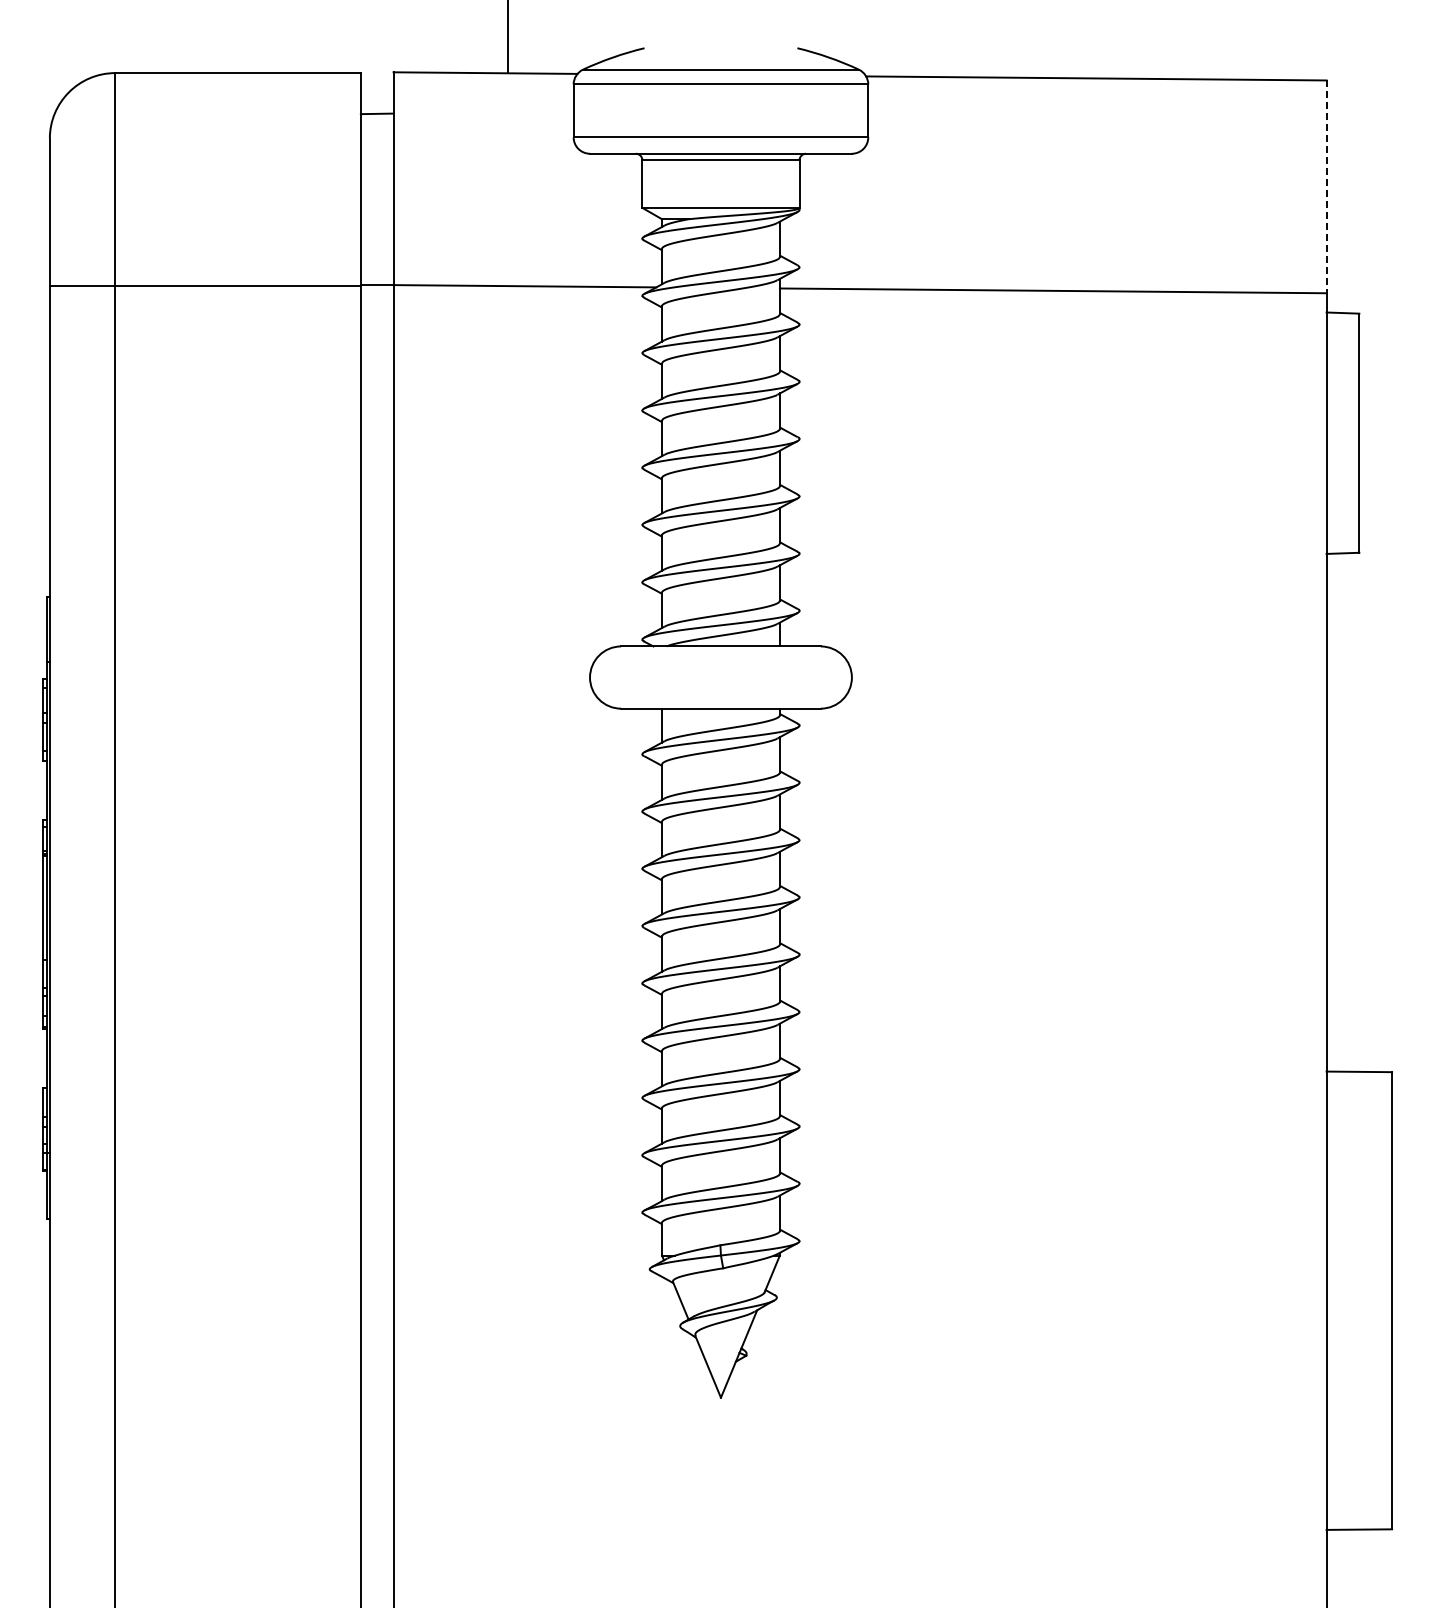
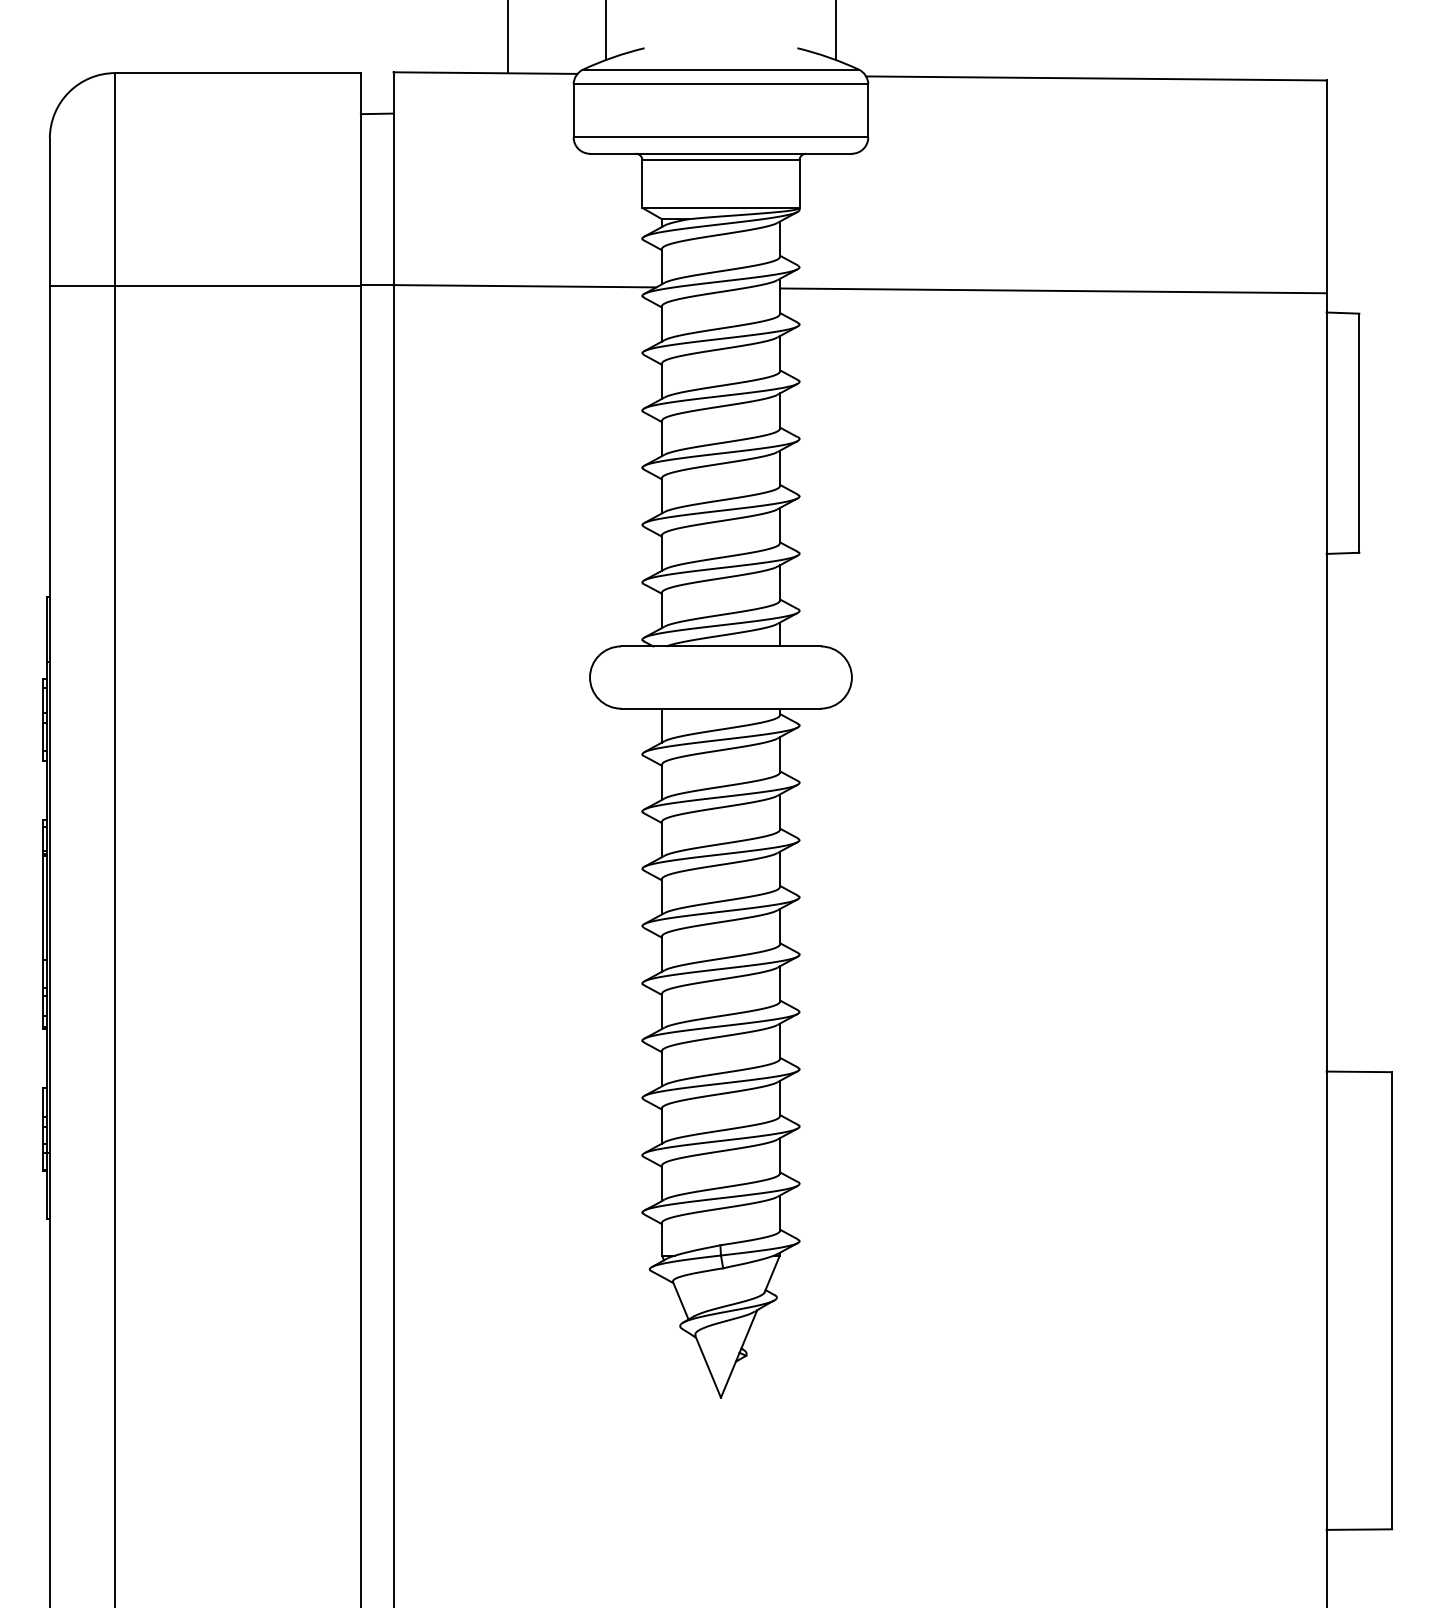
line at (606, 30): none -> present
line at (835, 30): none -> present
line at (1326, 187): dashed -> solid
